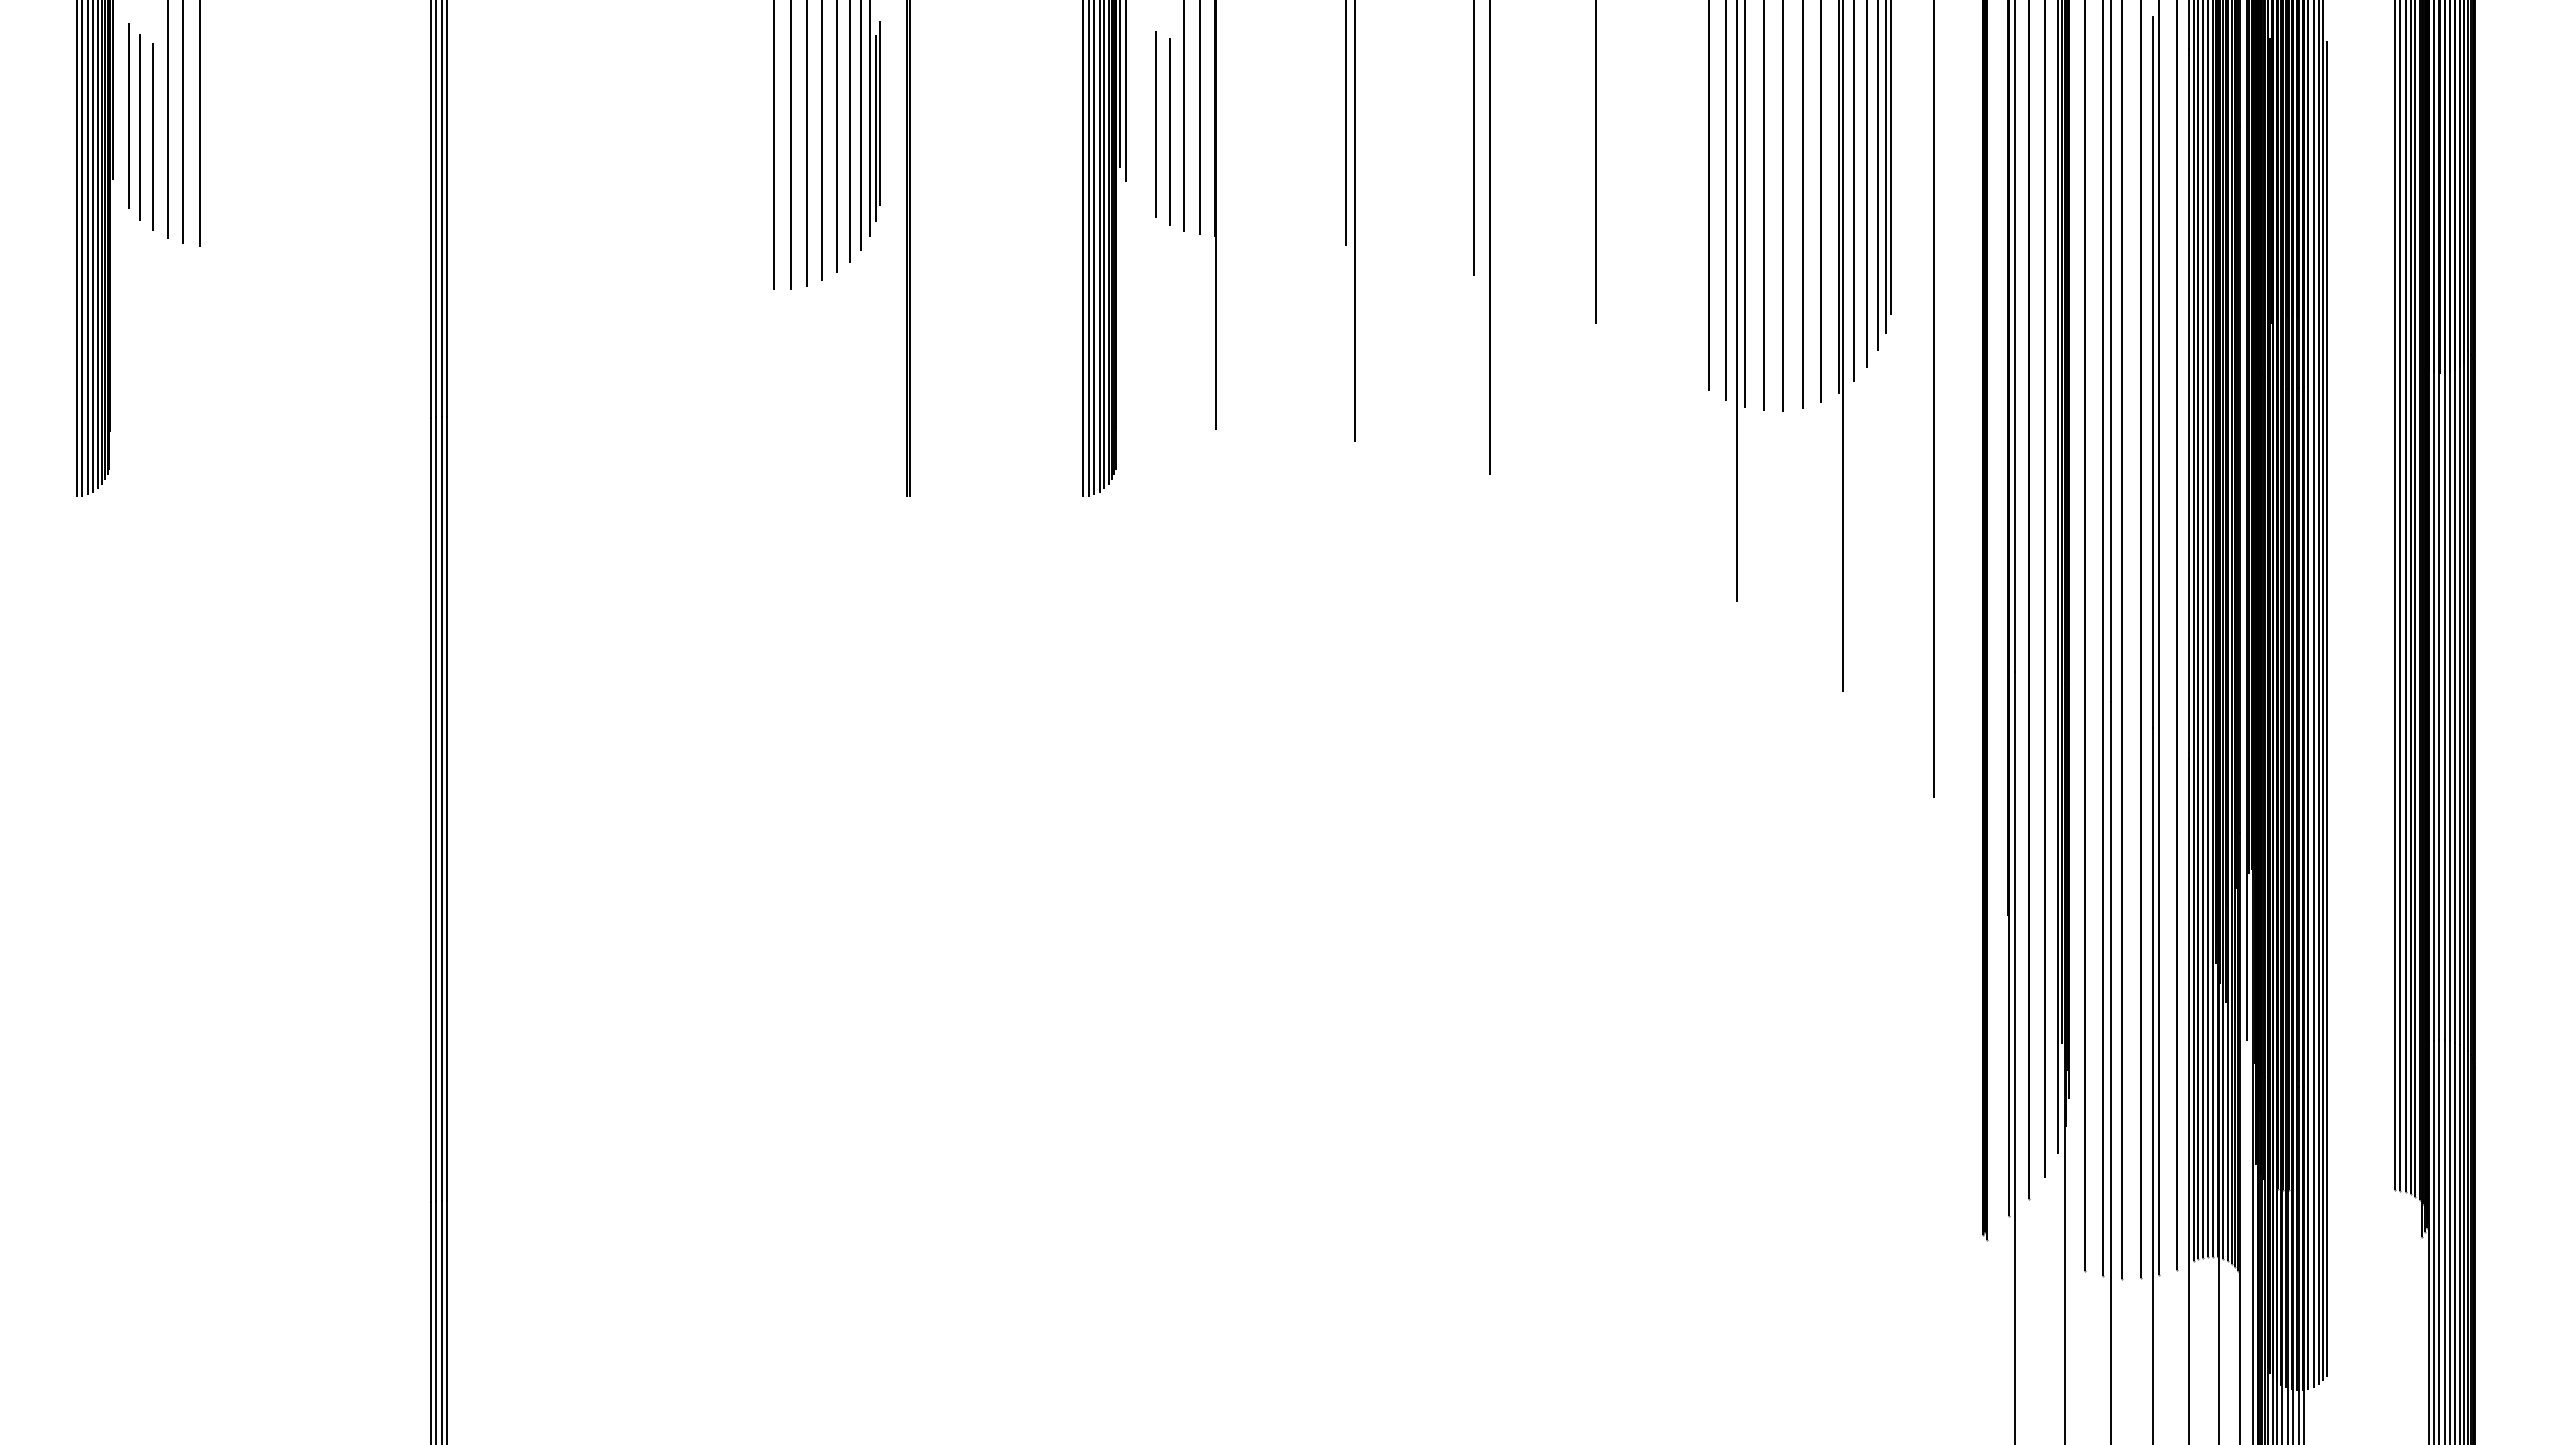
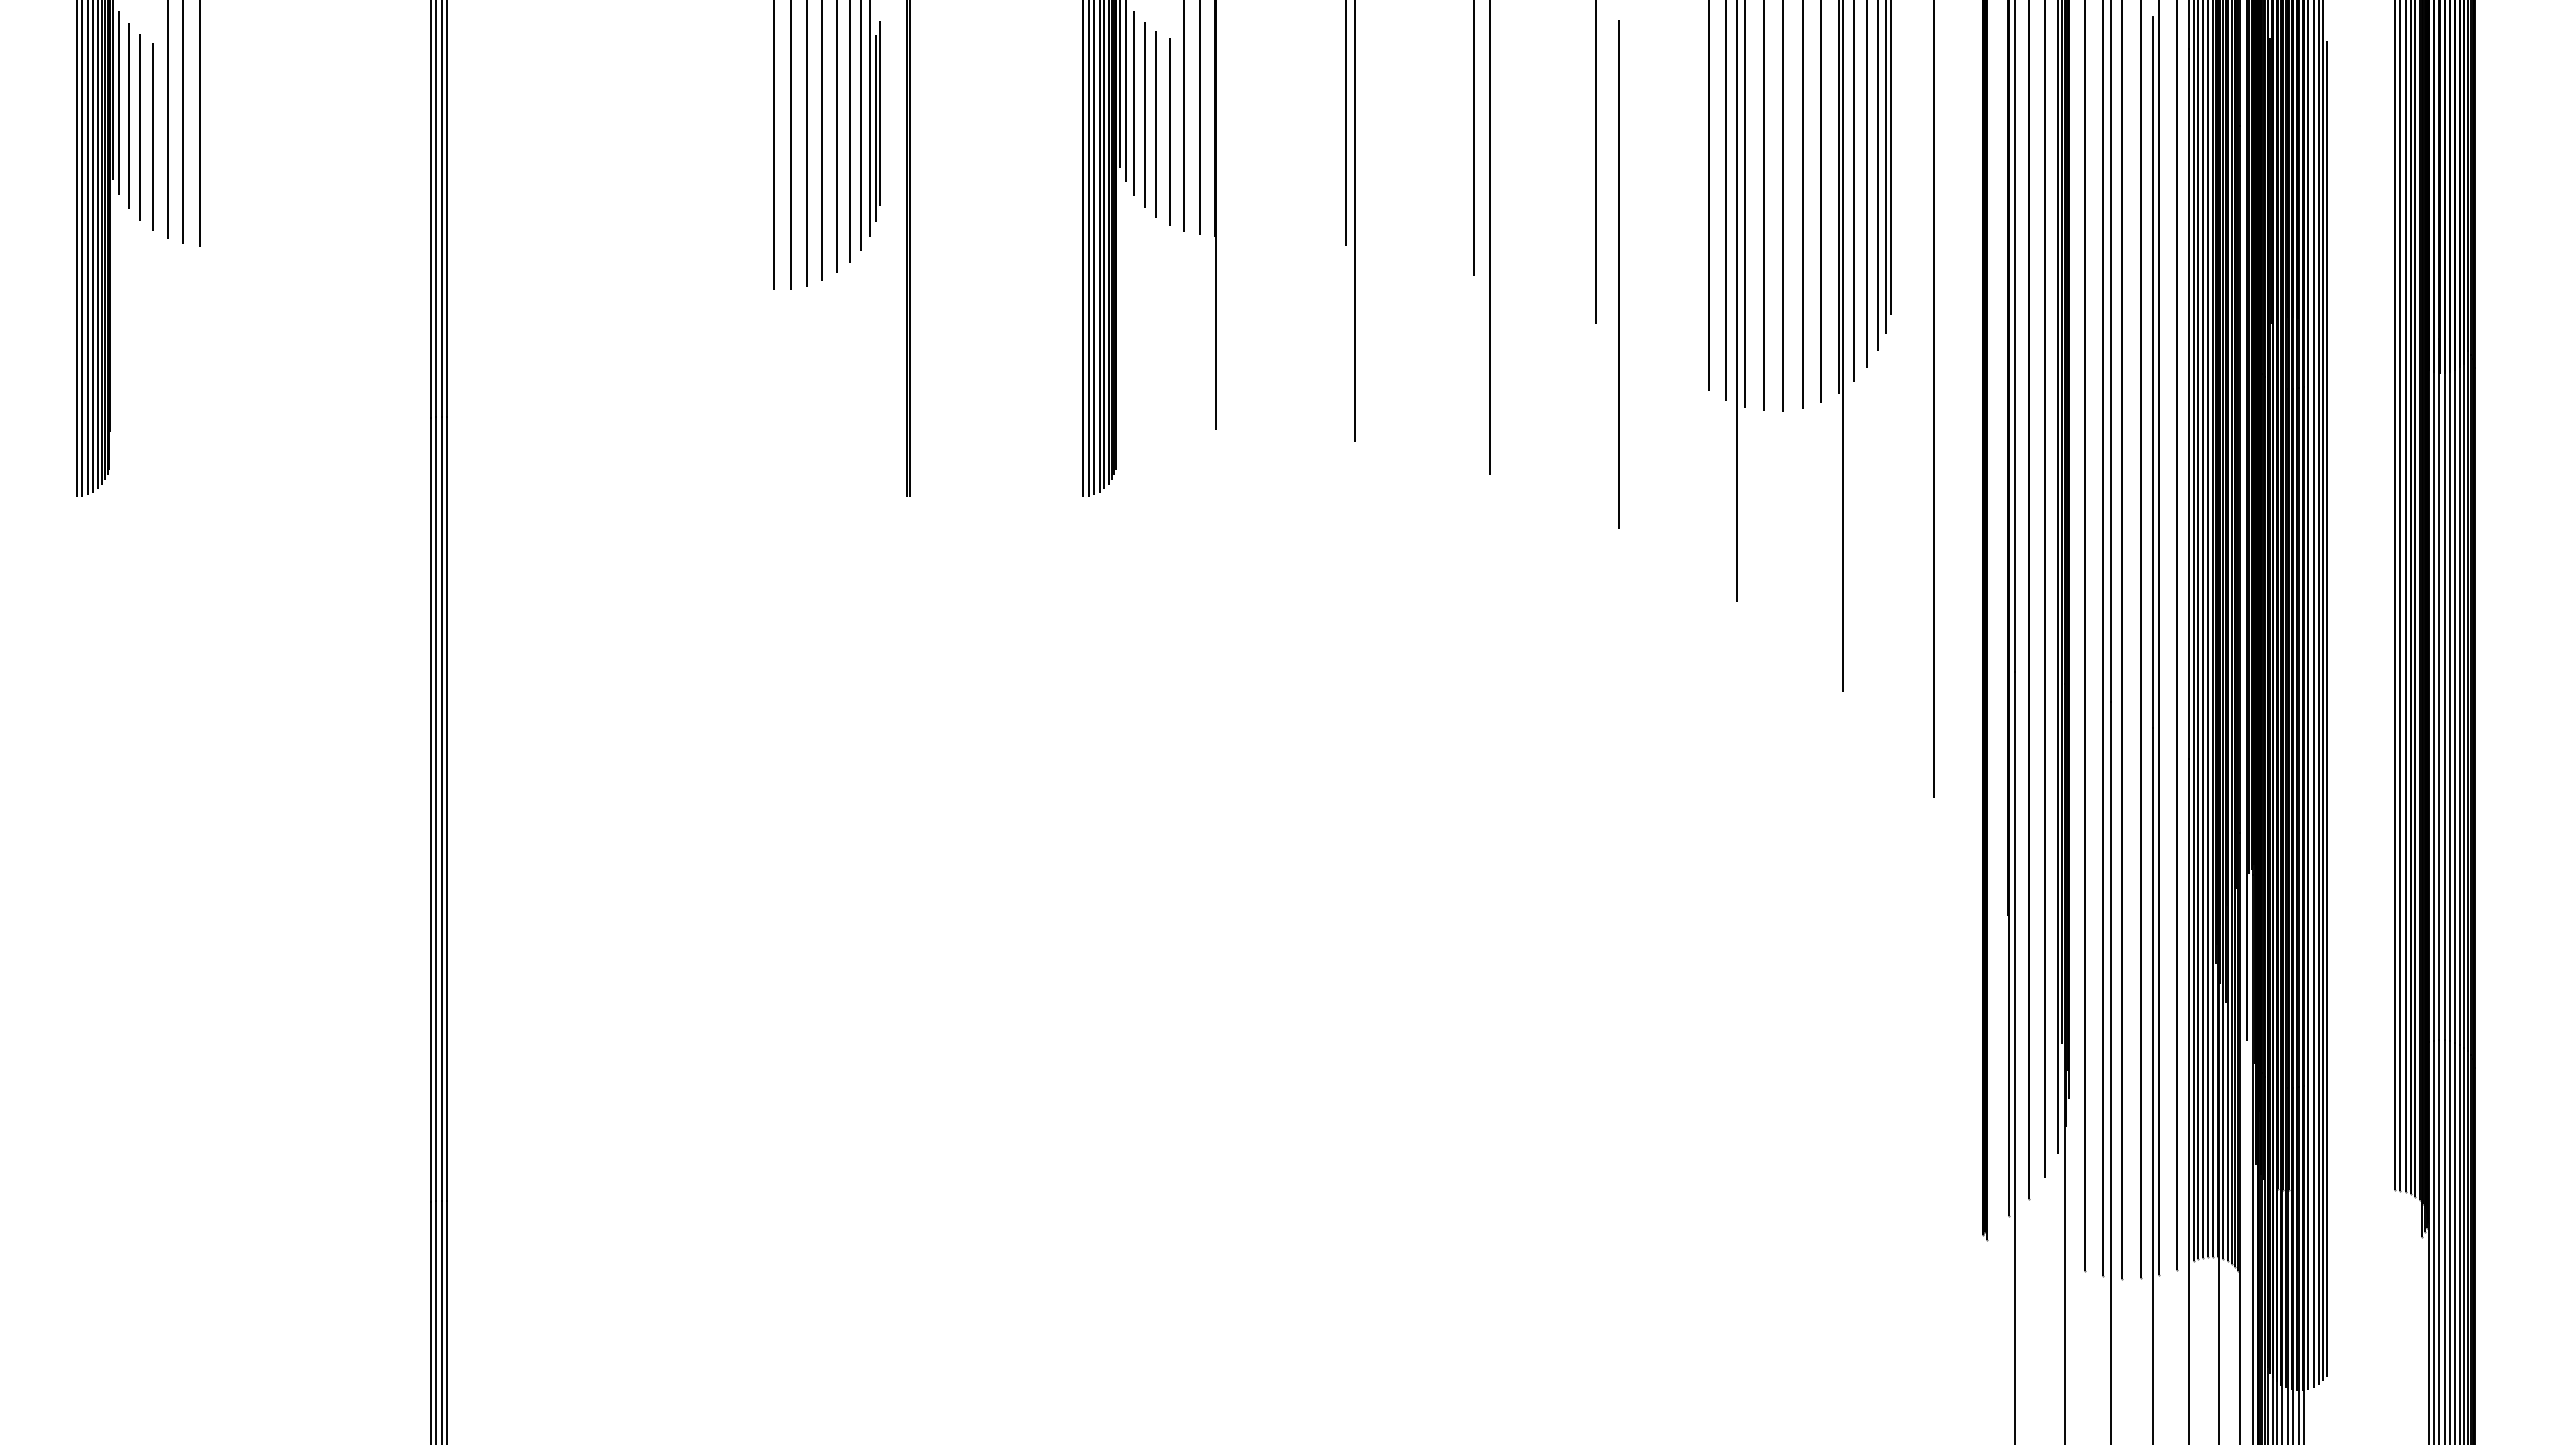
line at (119, 102): none -> present
line at (1134, 103): none -> present
line at (1144, 114): none -> present
line at (1618, 274): none -> present
